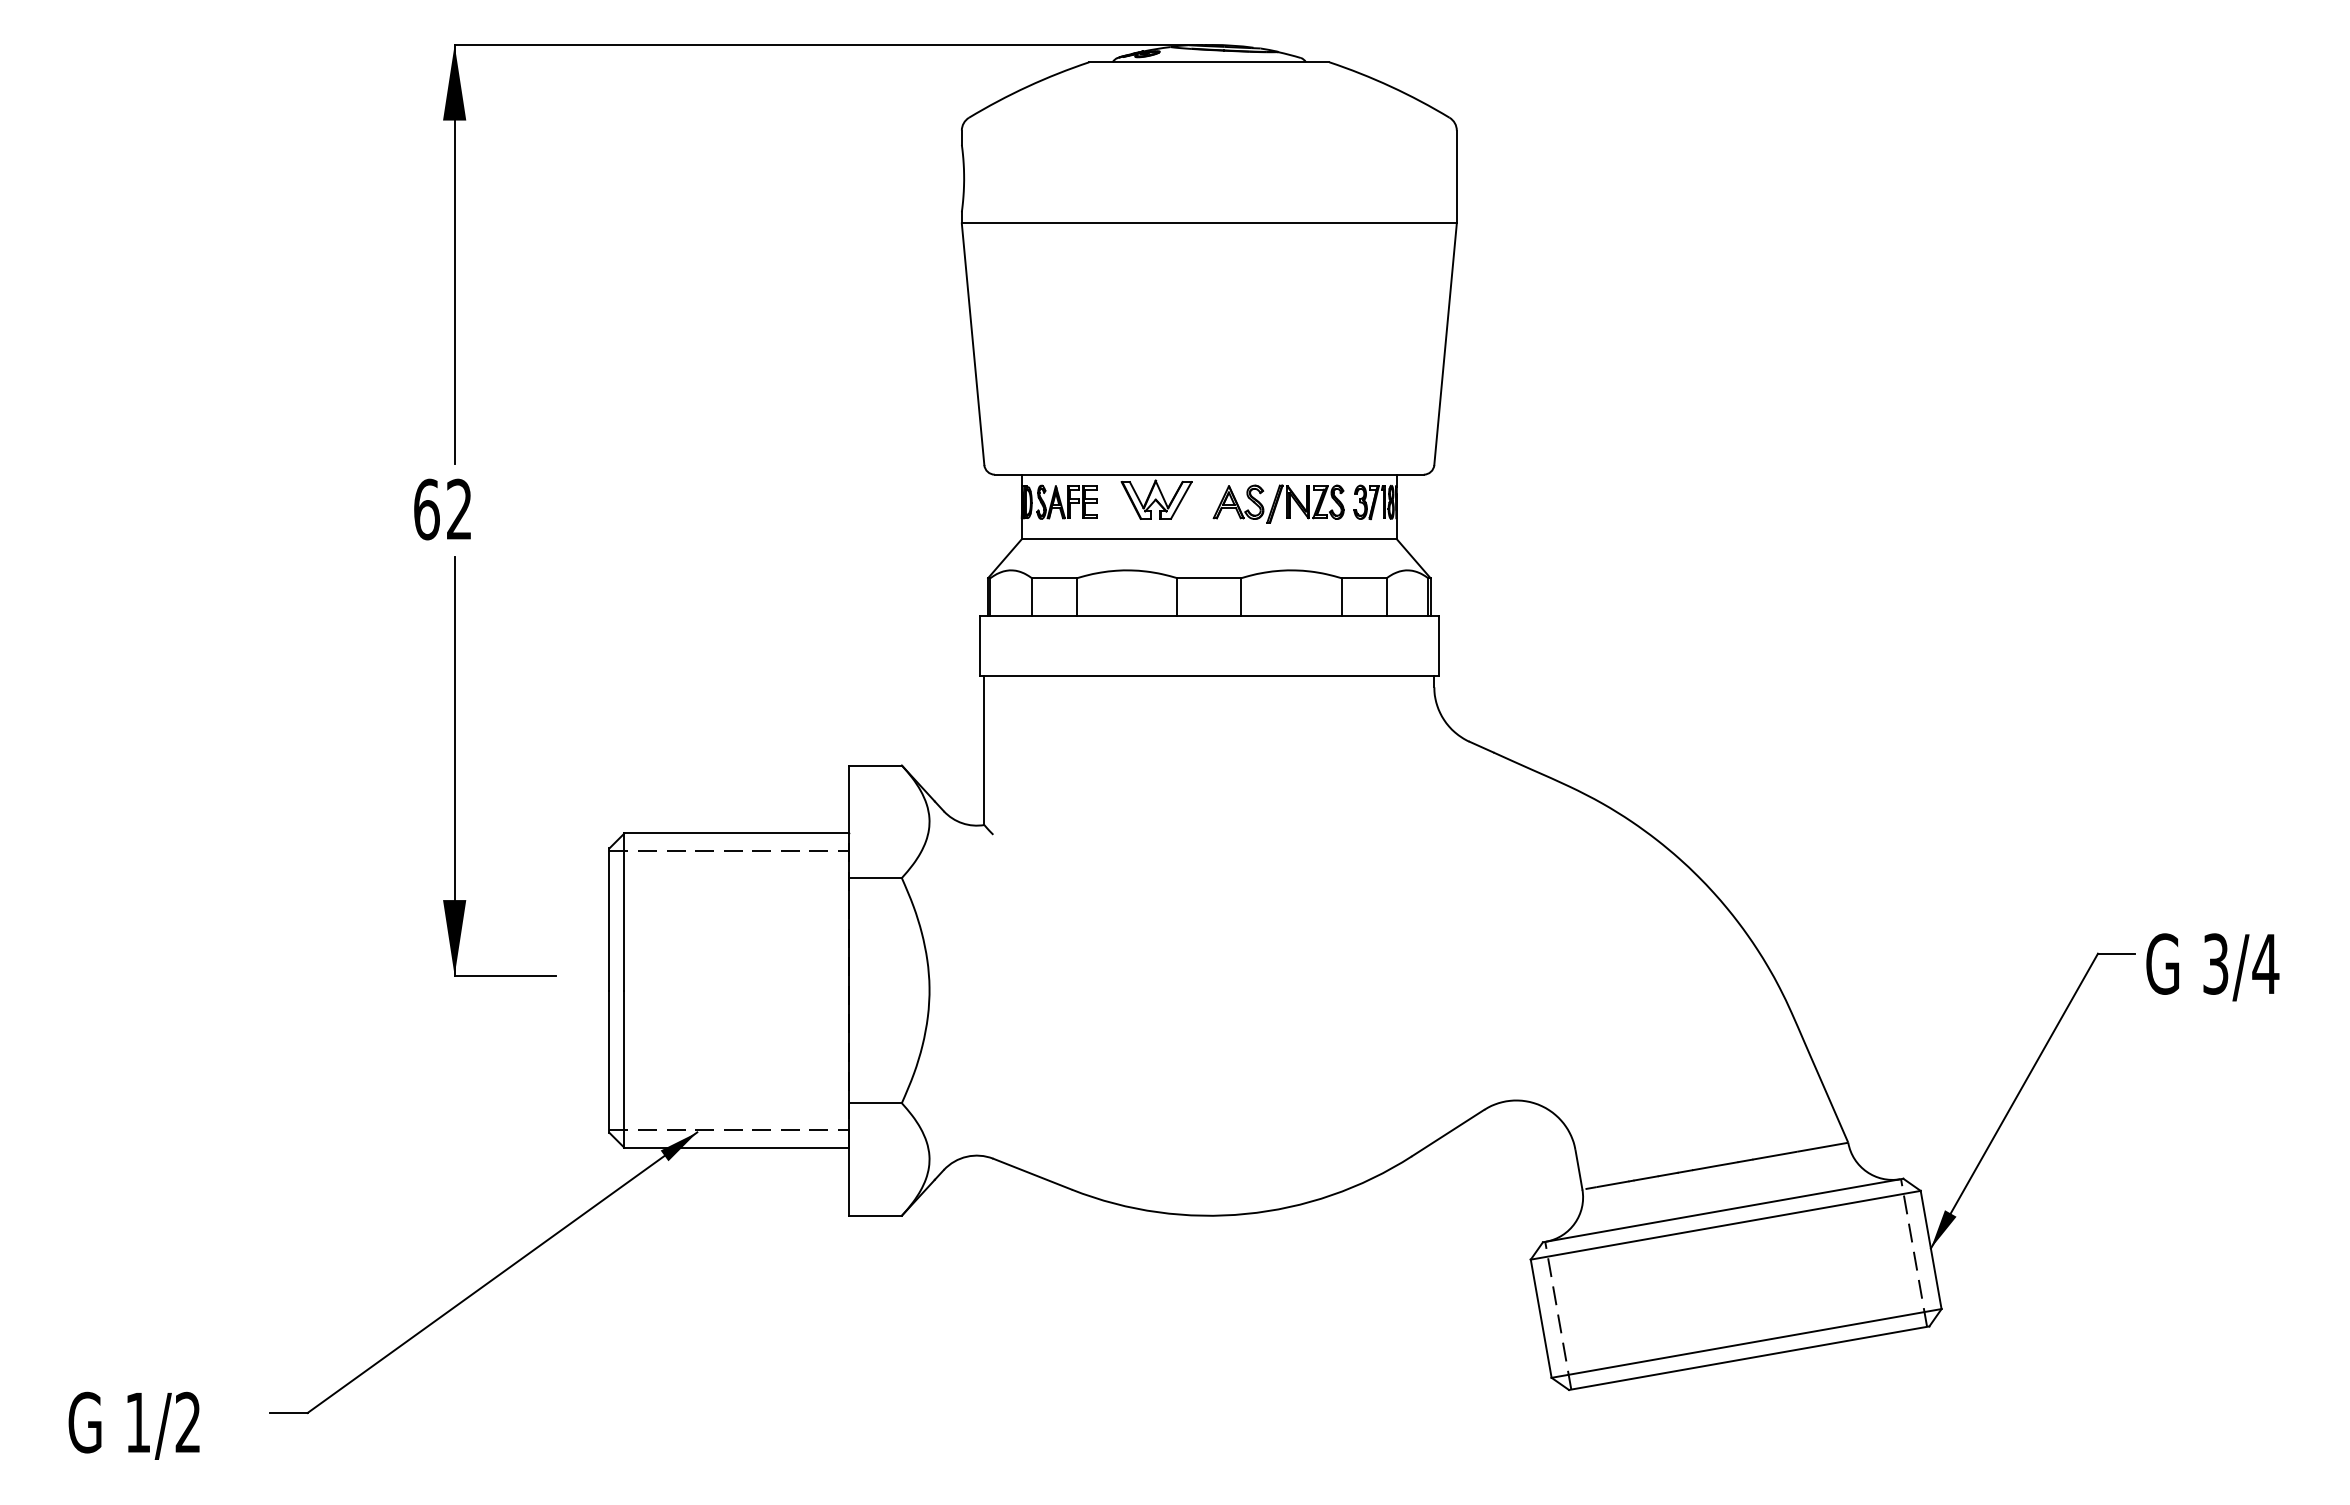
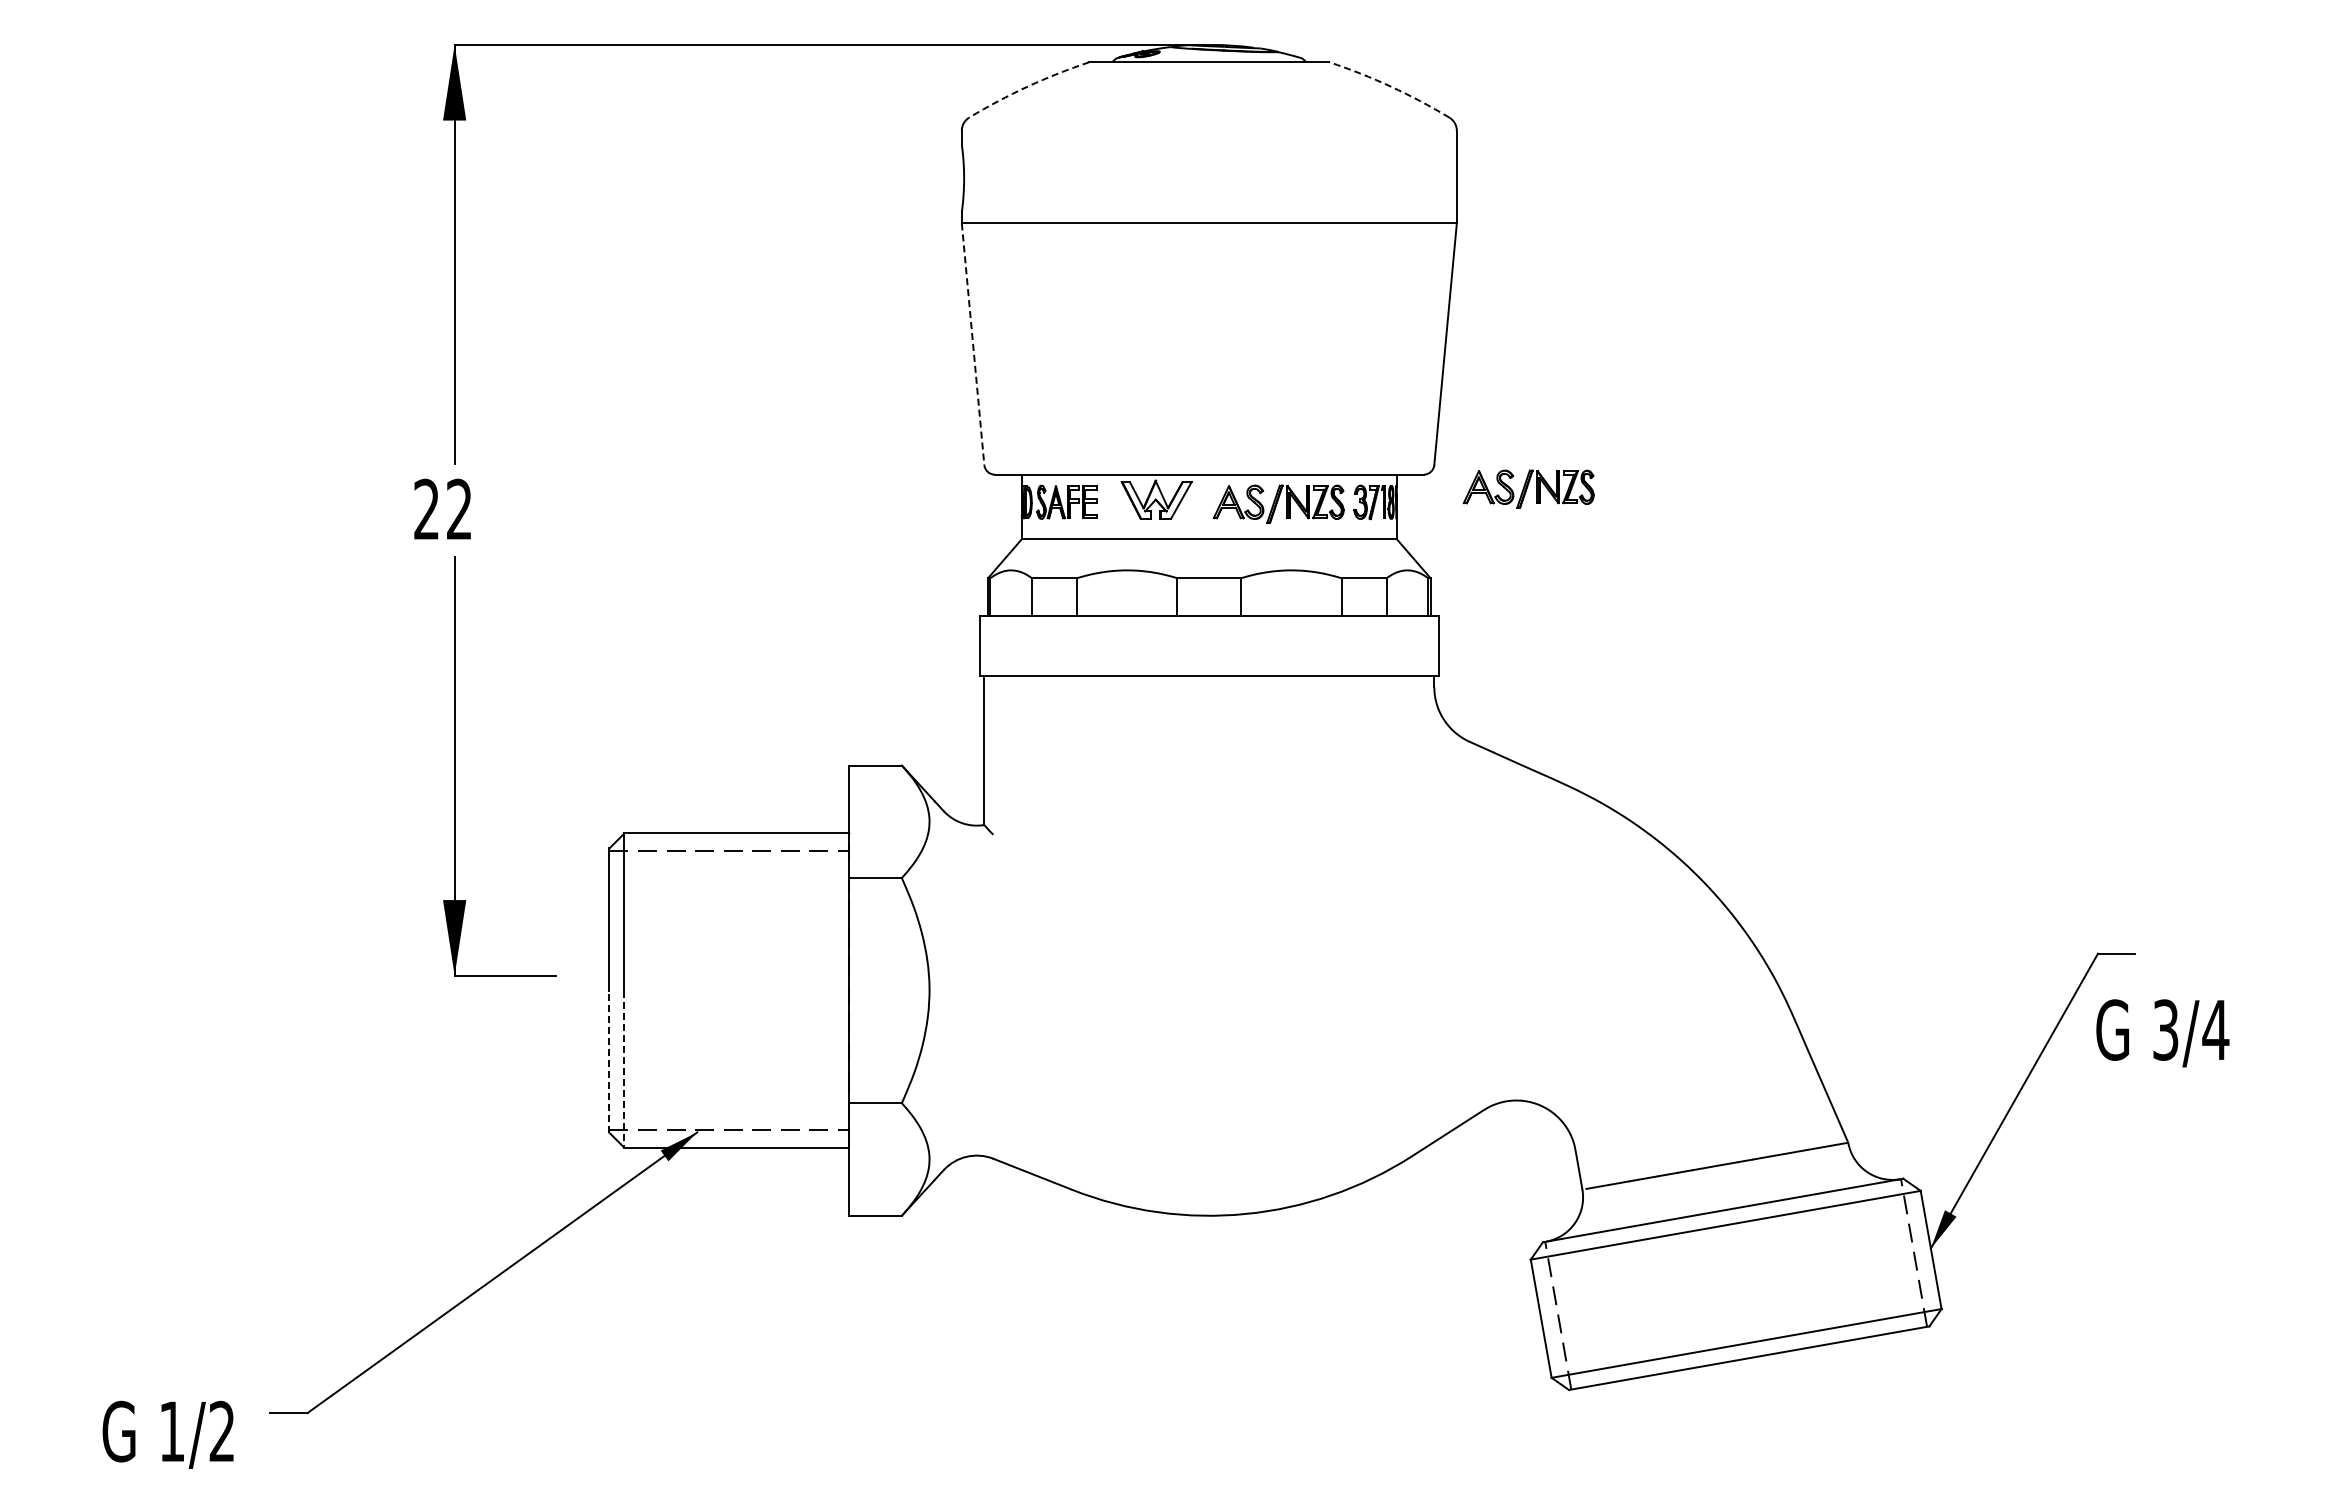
arc at (1027, 86): solid -> dashed
arc at (1390, 86): solid -> dashed
line at (973, 344): solid -> dashed
part at (1528, 488): none -> present
text at (426, 509): 62 -> 22
text at (2212, 967) position: (2212, 967) -> (2162, 1033)
line at (609, 1061): solid -> dashed
line at (624, 1069): solid -> dashed
text at (133, 1425) position: (133, 1425) -> (167, 1434)
